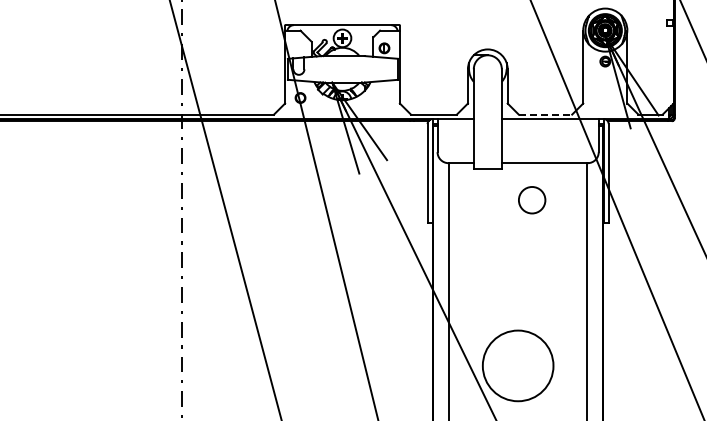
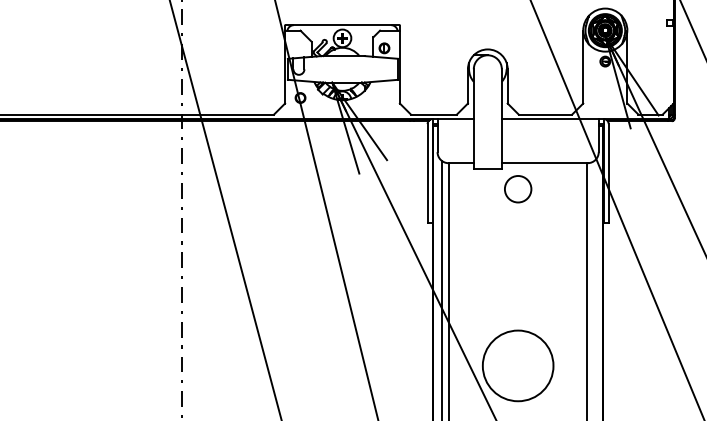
line at (545, 114): dashed -> solid
circle at (532, 200) position: (532, 200) -> (518, 189)
line at (442, 289): none -> present
